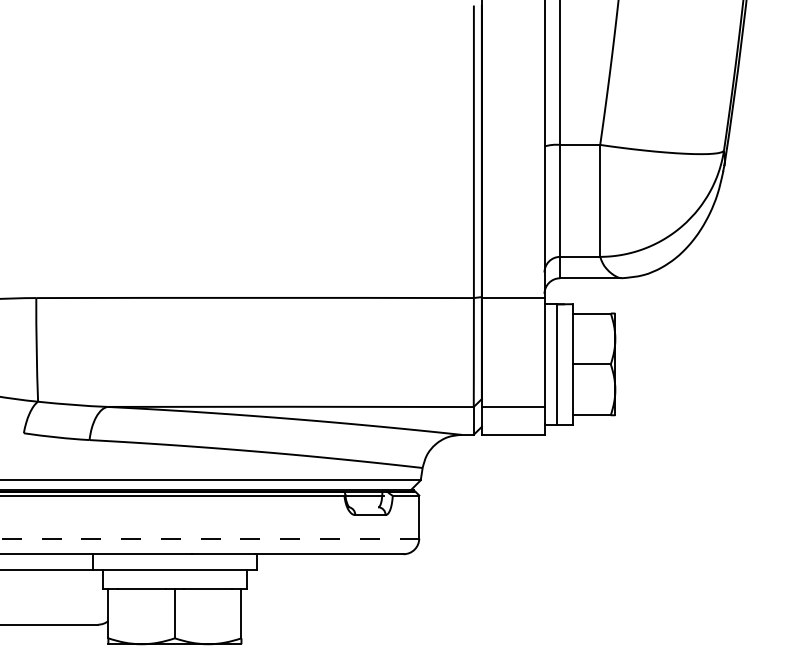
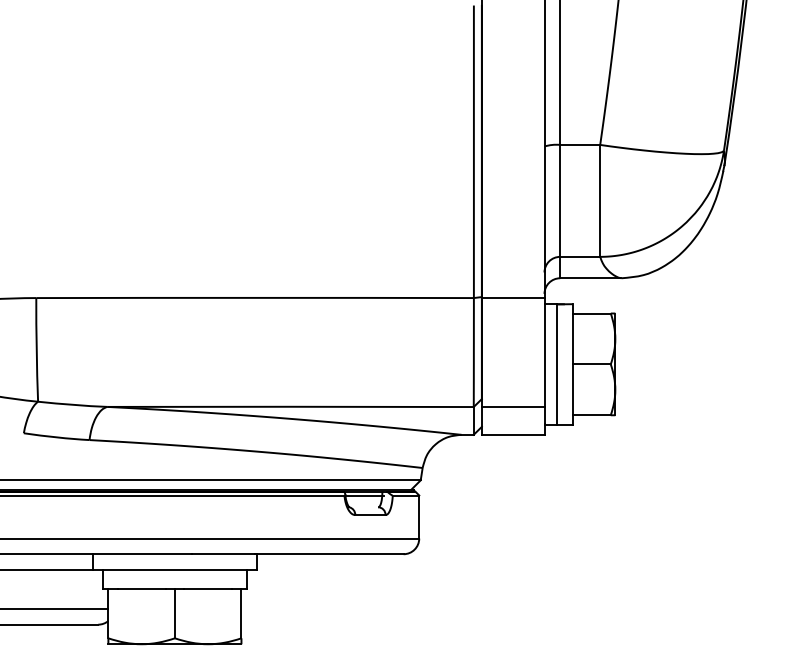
line at (210, 538): dashed -> solid
line at (55, 609): none -> present
